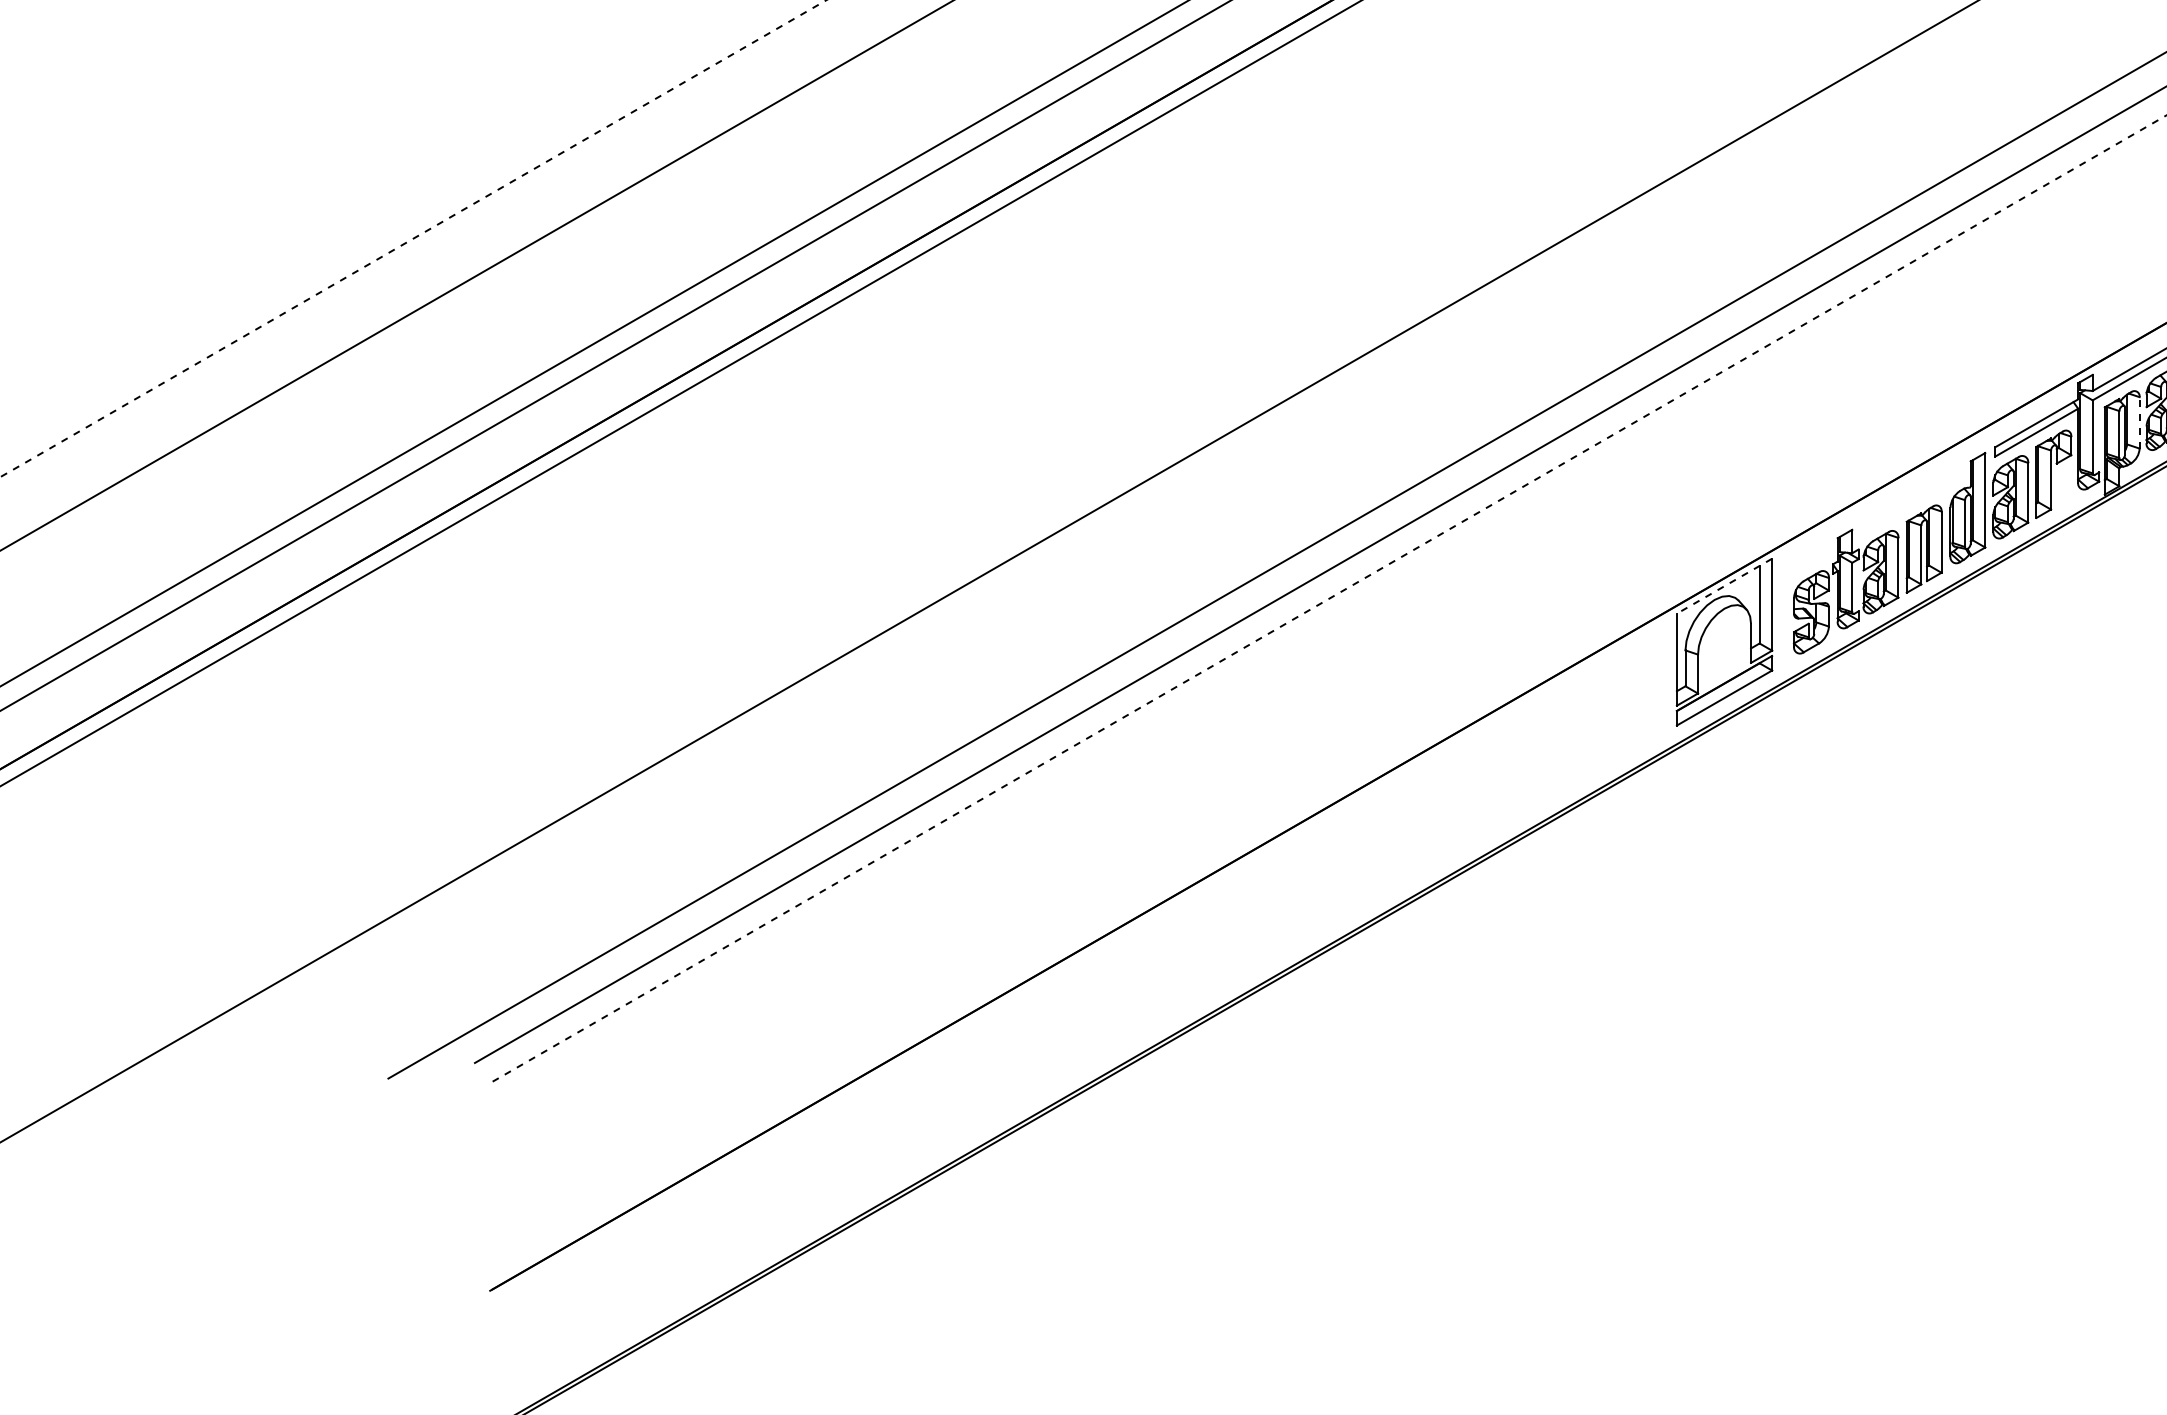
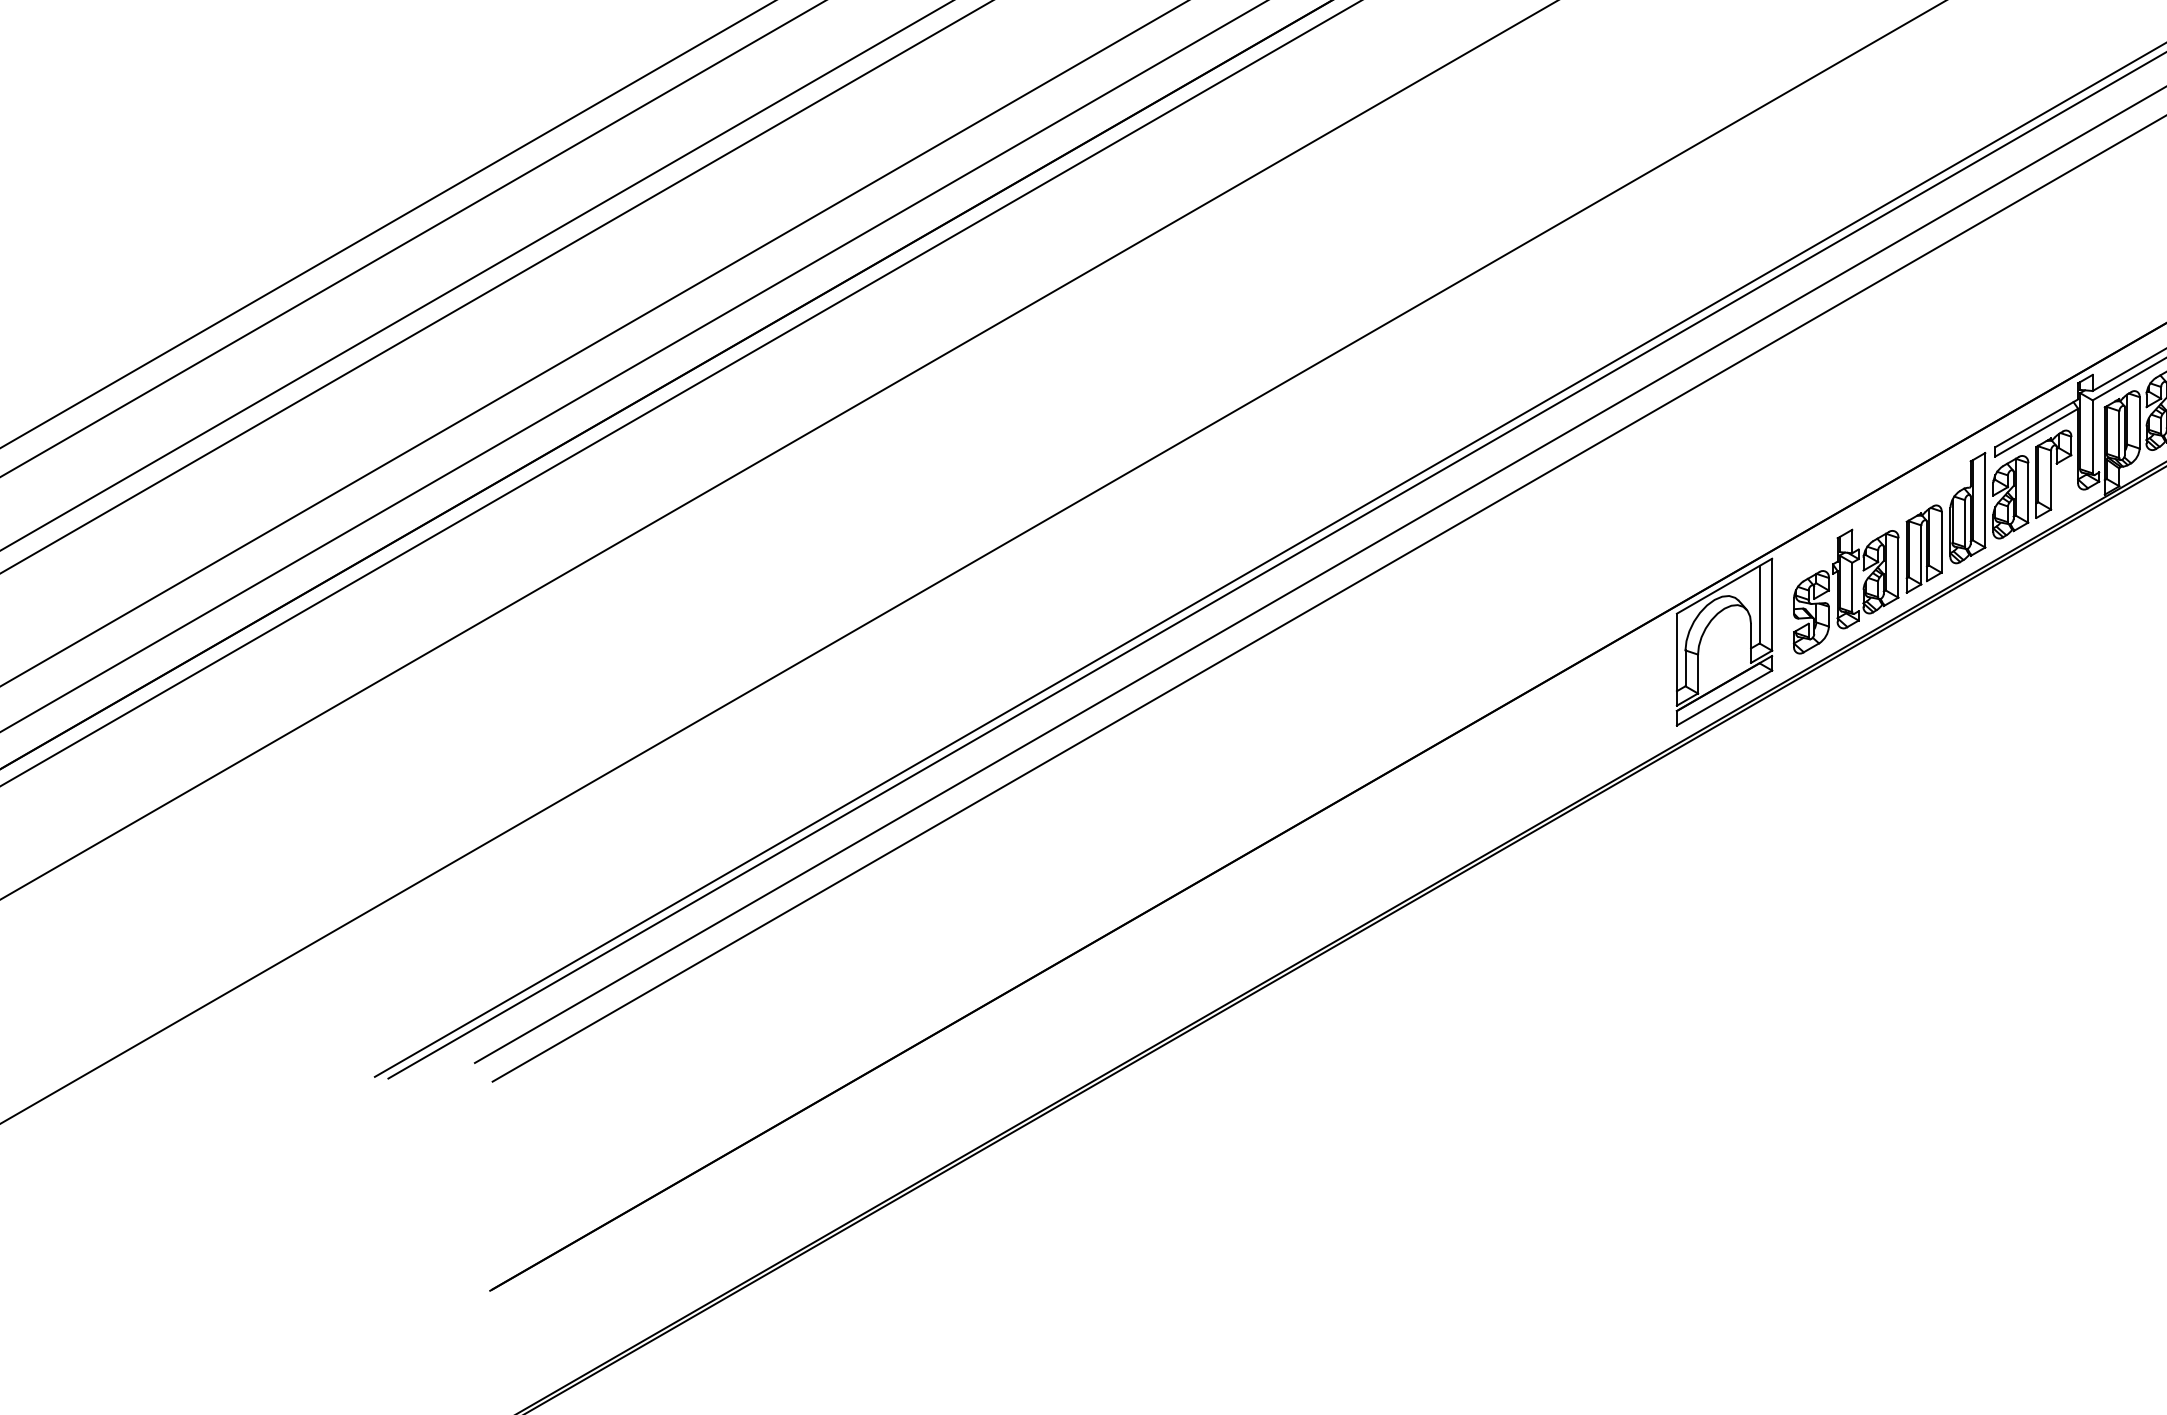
line at (387, 224): none -> present
line at (413, 238): dashed -> solid
line at (496, 287): none -> present
line at (615, 355) position: (615, 355) -> (633, 366)
line at (2139, 422): dashed -> solid
line at (778, 450): none -> present
line at (1268, 560): none -> present
line at (988, 571) position: (988, 571) -> (972, 562)
line at (1724, 586): dashed -> solid
line at (1330, 598): dashed -> solid
